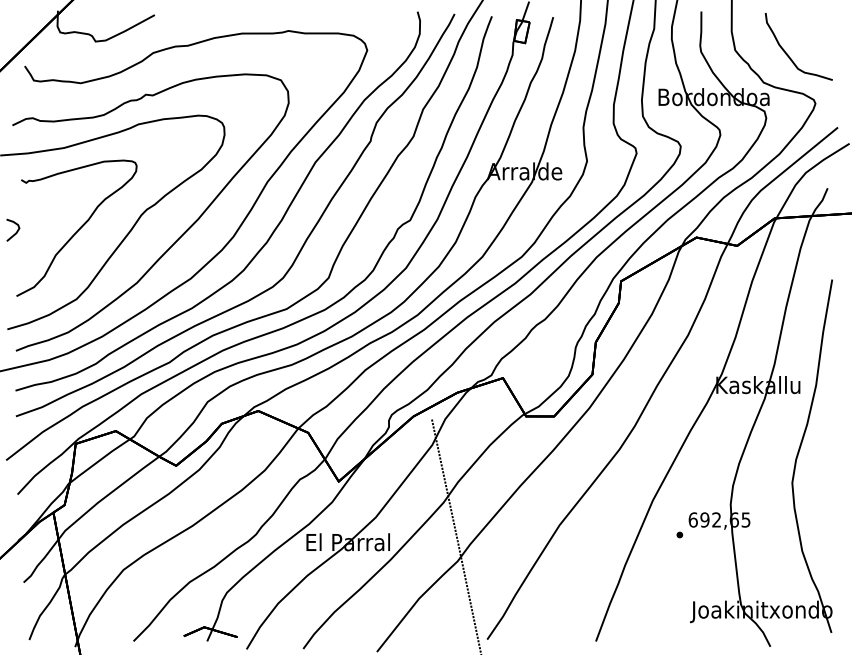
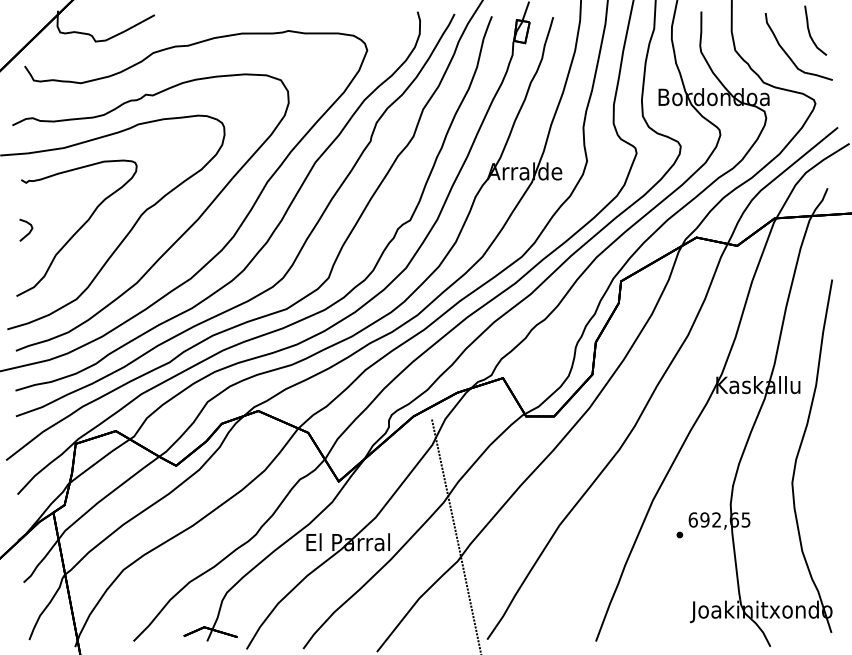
curve at (810, 32): none -> present
curve at (16, 231) position: (16, 231) -> (29, 231)
